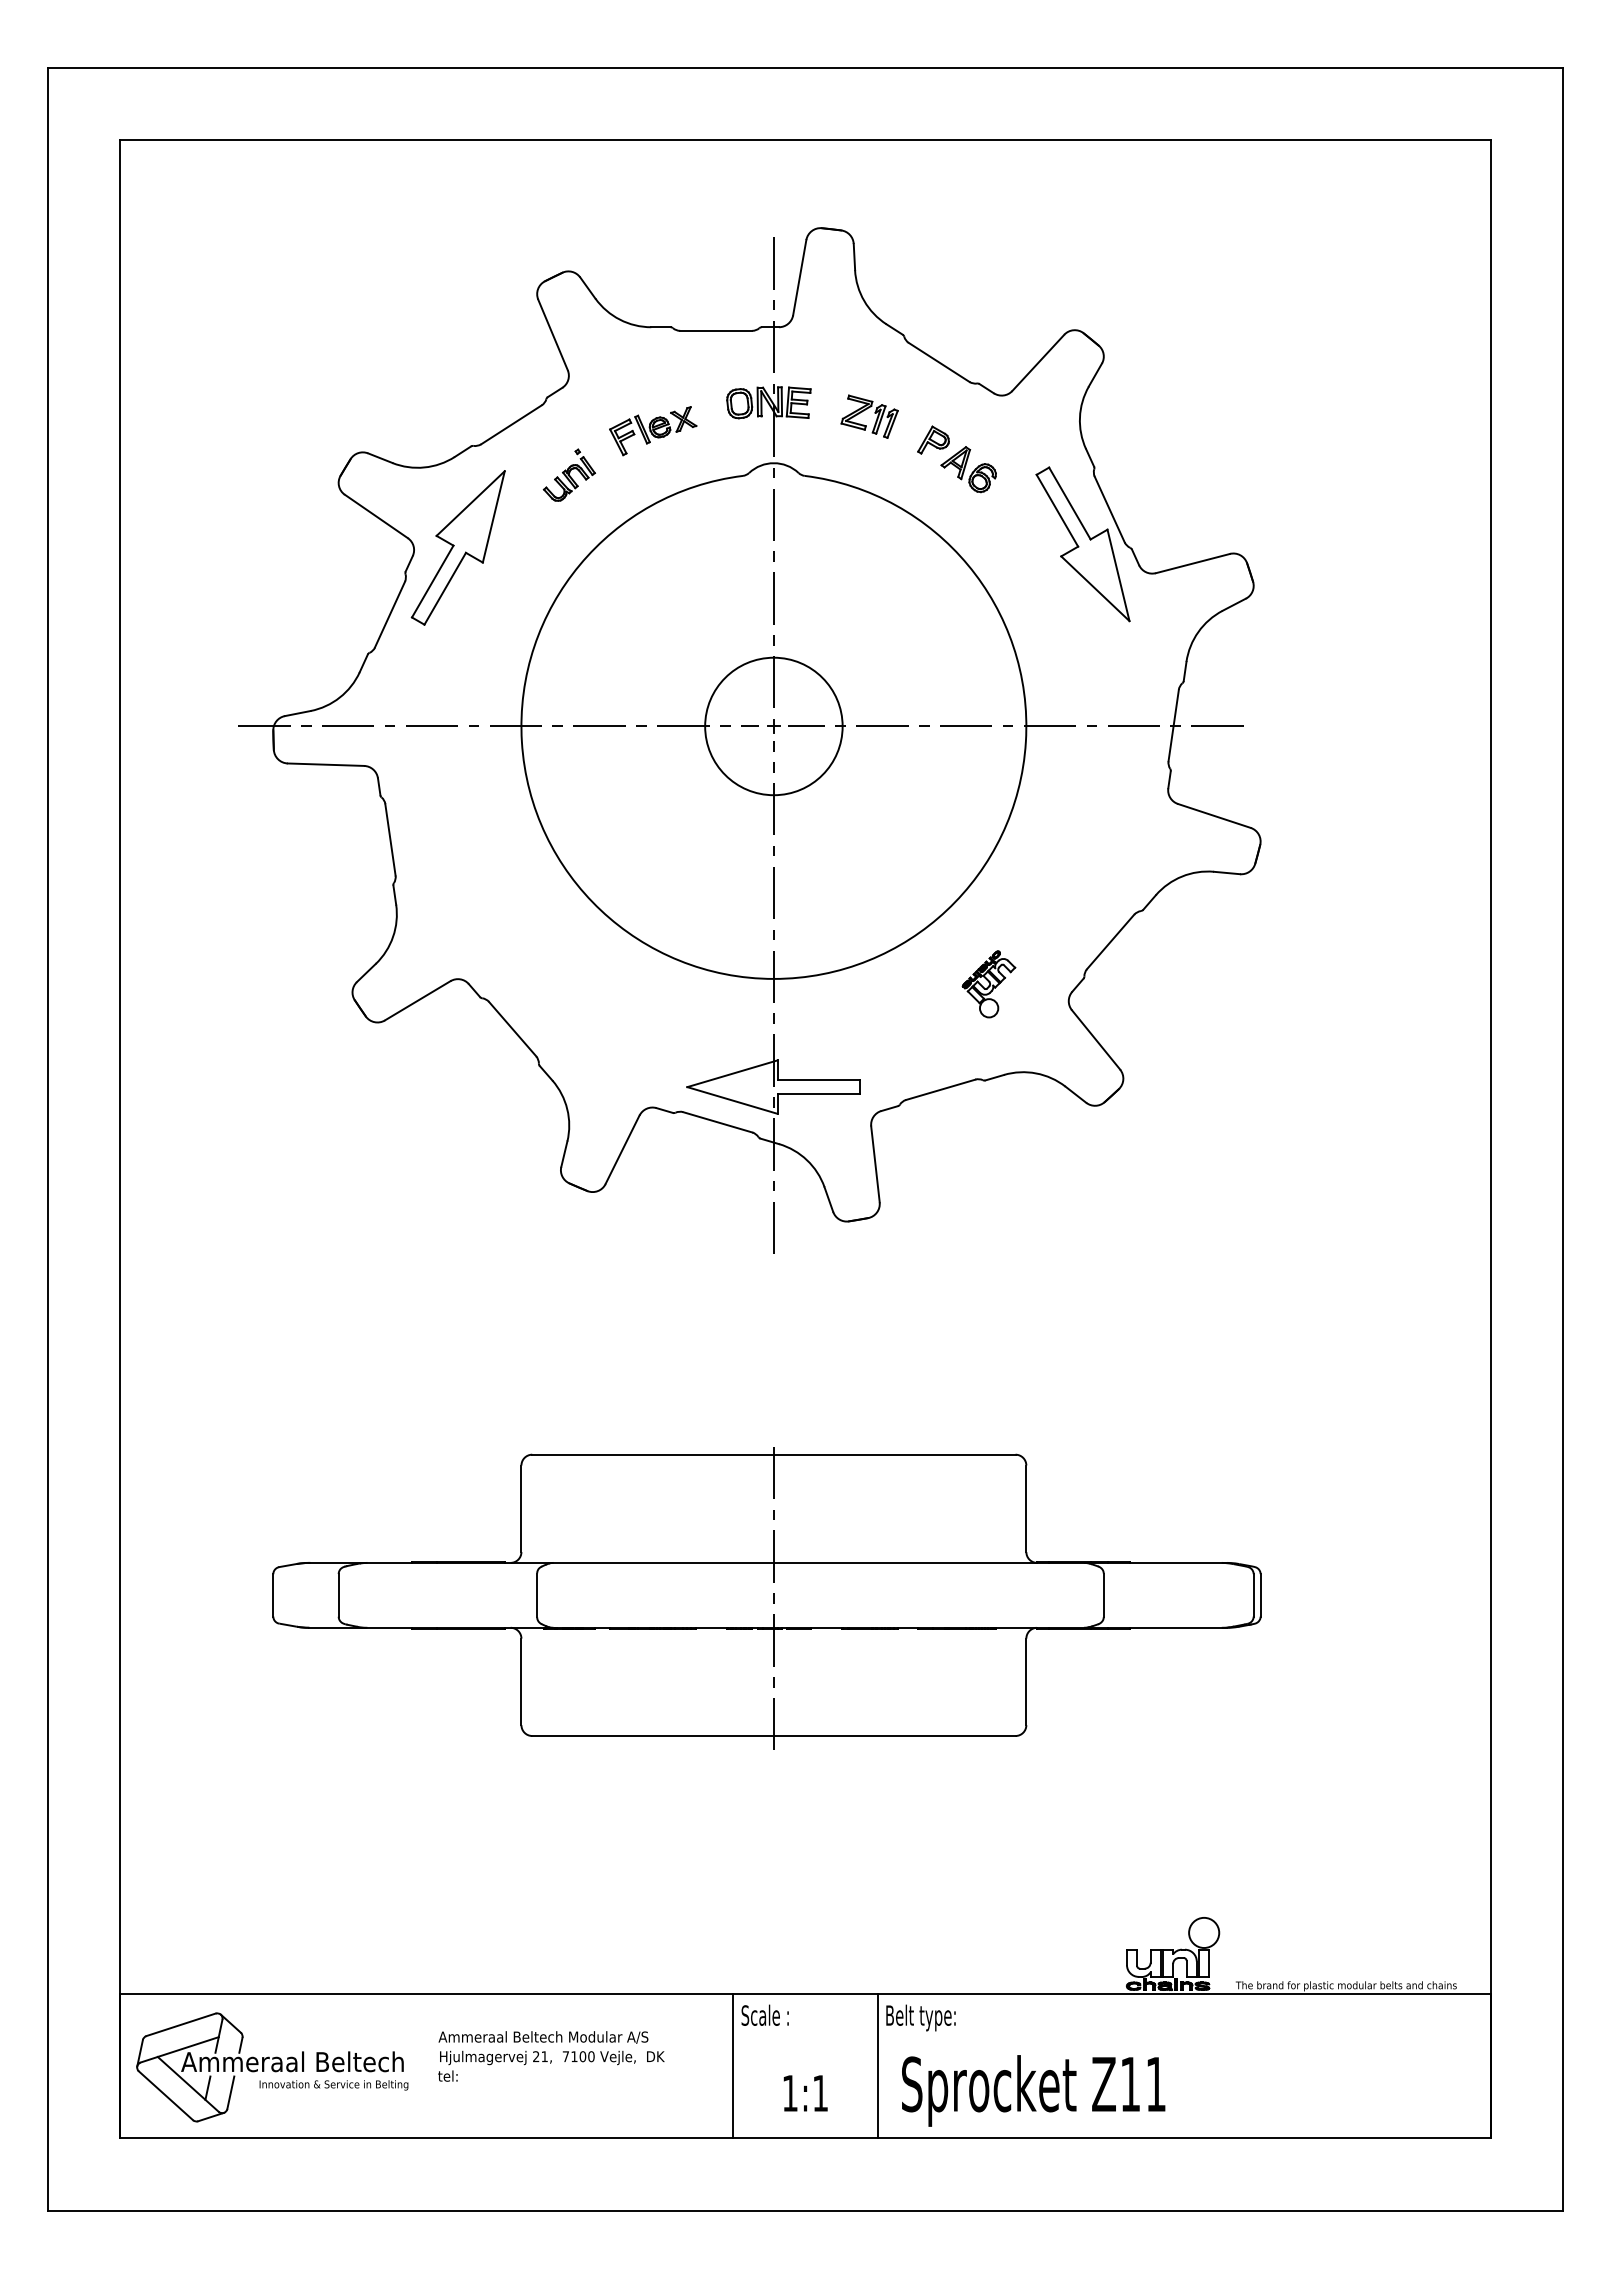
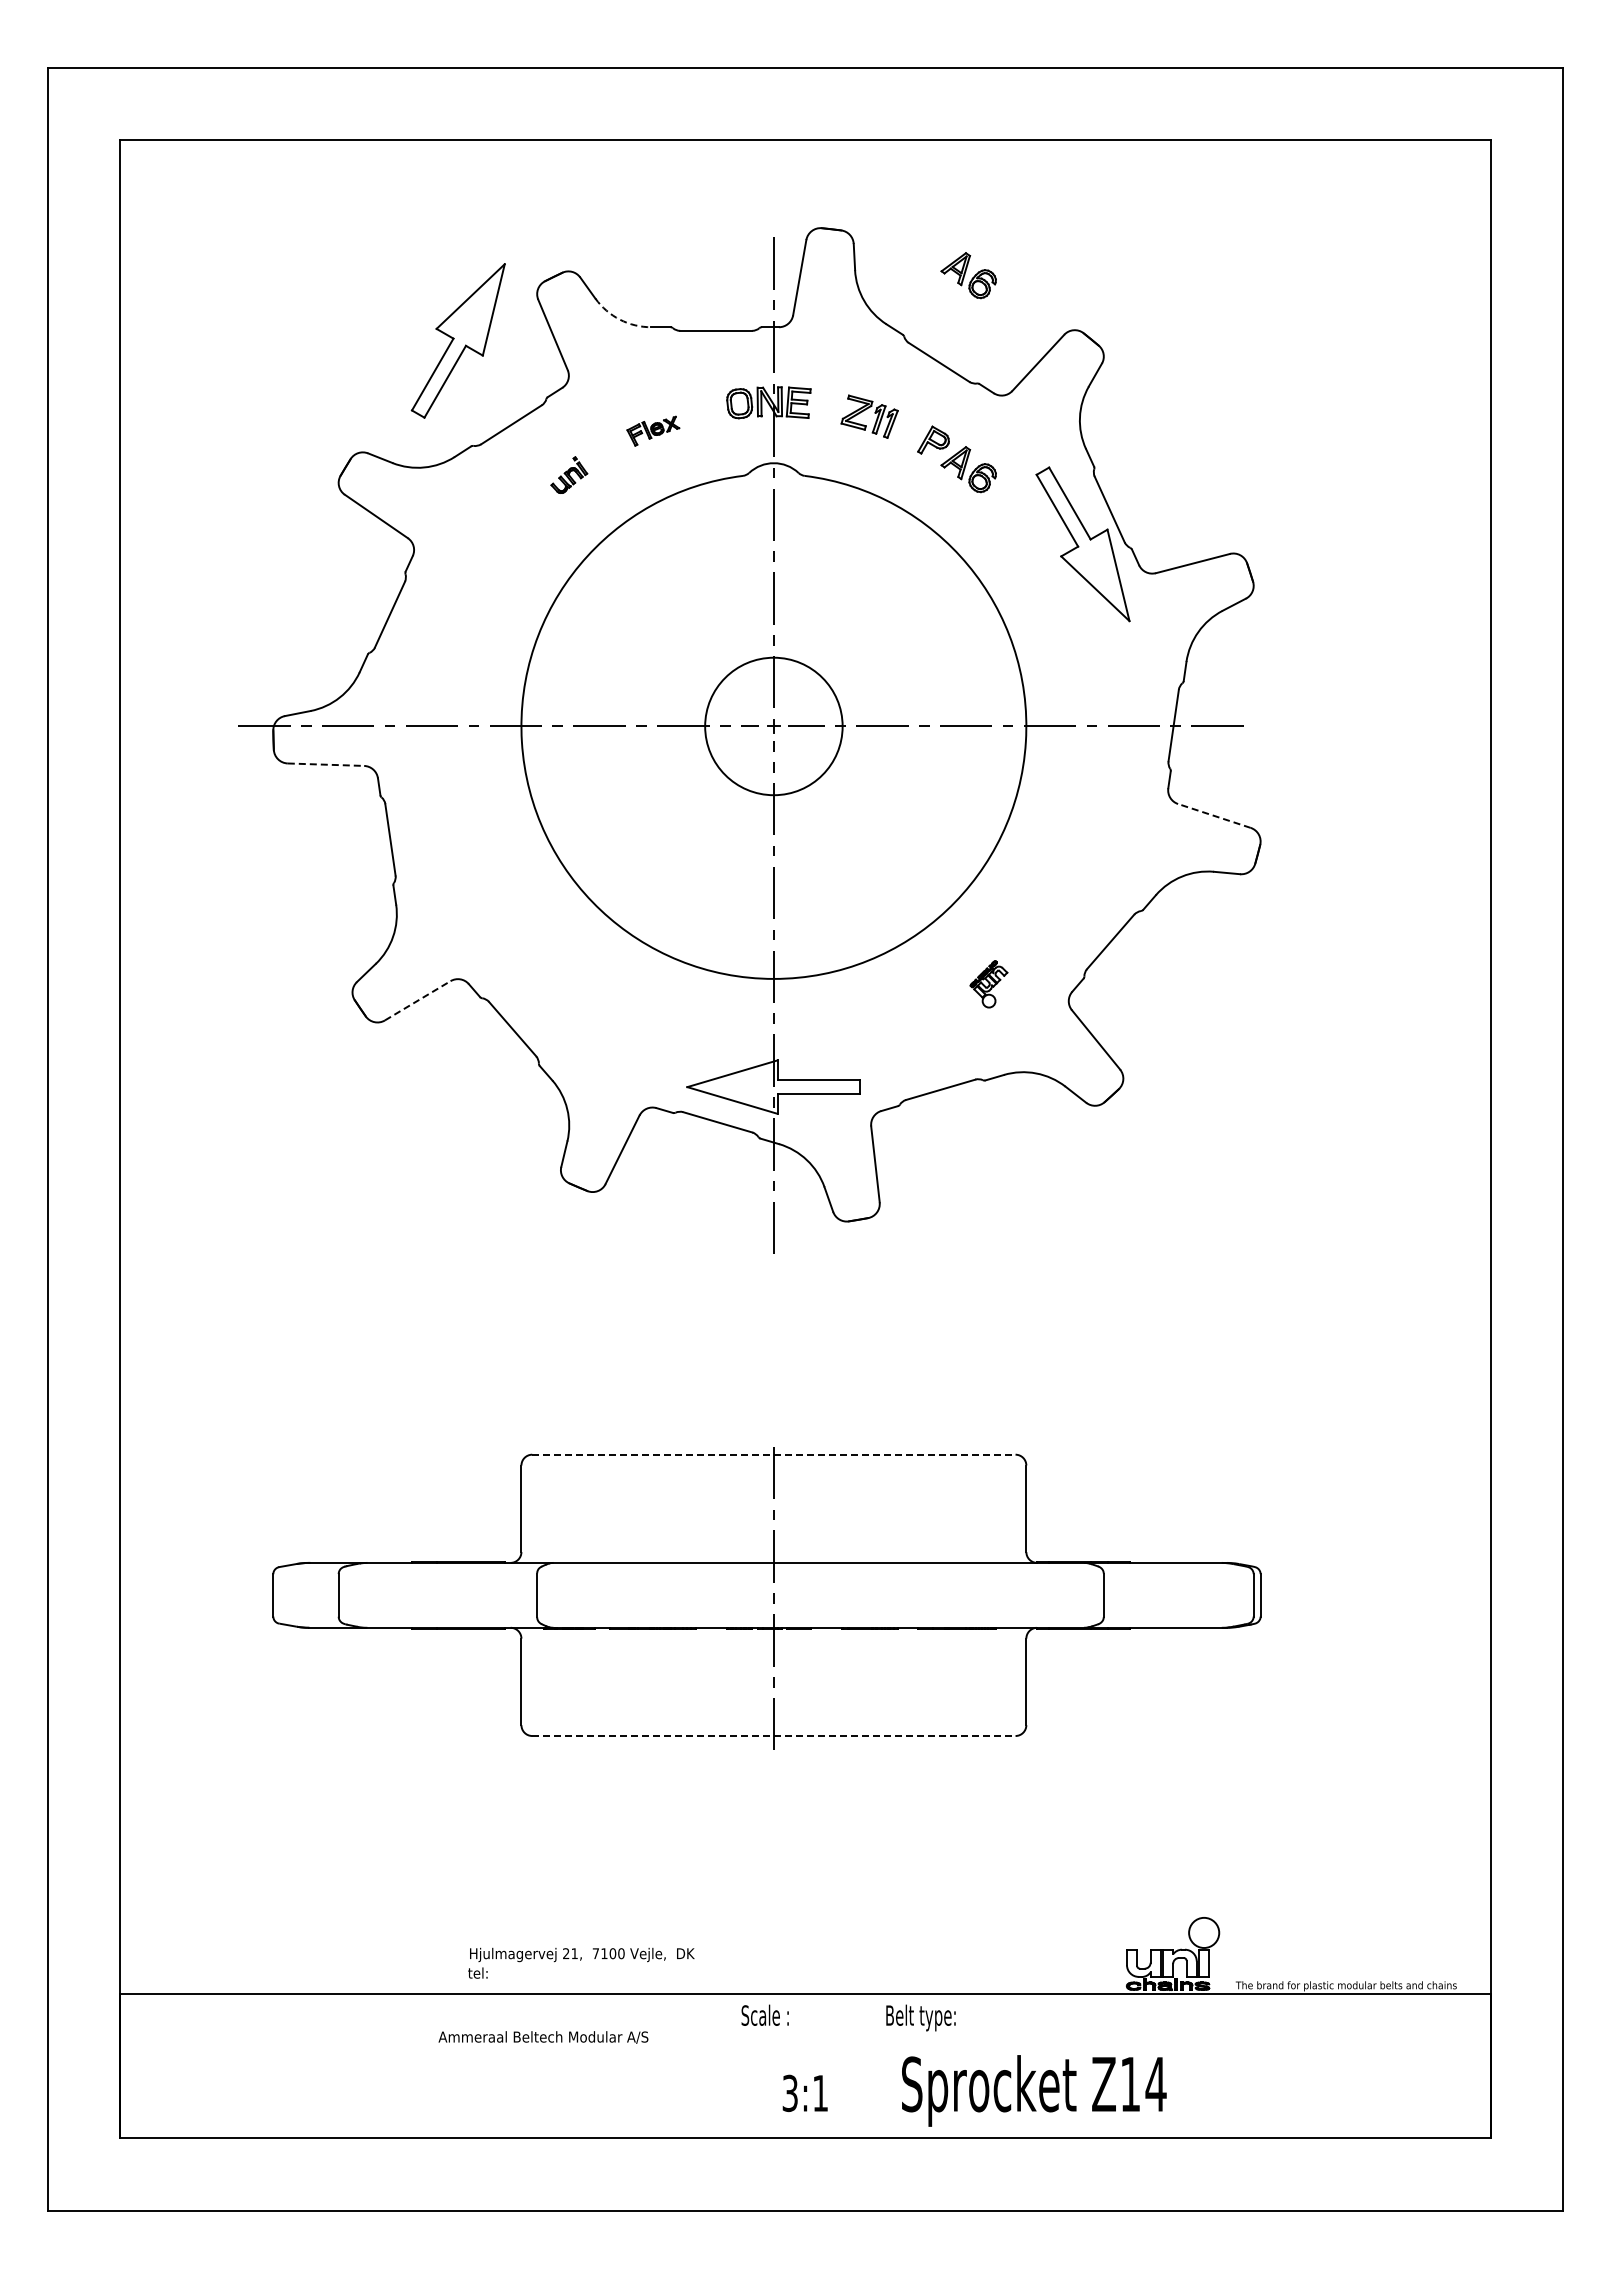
part at (968, 275): none -> present
arc at (619, 319): solid -> dashed
part at (653, 431) size: 89x51 px -> 55x32 px
part at (568, 474) size: 54x54 px -> 39x38 px
part at (457, 547) position: (457, 547) -> (457, 340)
line at (326, 764): solid -> dashed
line at (1213, 815): solid -> dashed
part at (988, 984) size: 56x69 px -> 40x49 px
line at (418, 1000): solid -> dashed
line at (773, 1454): solid -> dashed
line at (773, 1736): solid -> dashed
text at (551, 2065) position: (551, 2065) -> (581, 1962)
line at (733, 2066): present -> none
line at (877, 2066): present -> none
part at (272, 2067): present -> none
text at (1155, 2084): Z11 -> Z14
text at (789, 2093): 1:1 -> 3:1
